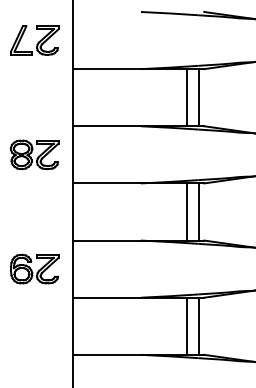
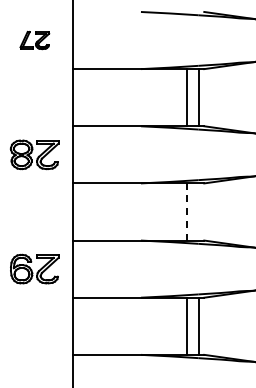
part at (34, 40) size: 50x31 px -> 32x21 px
line at (186, 211): solid -> dashed
line at (198, 211): present -> none
